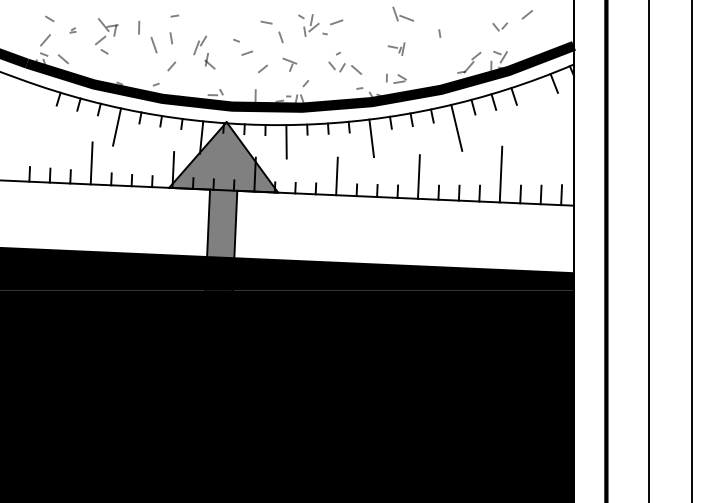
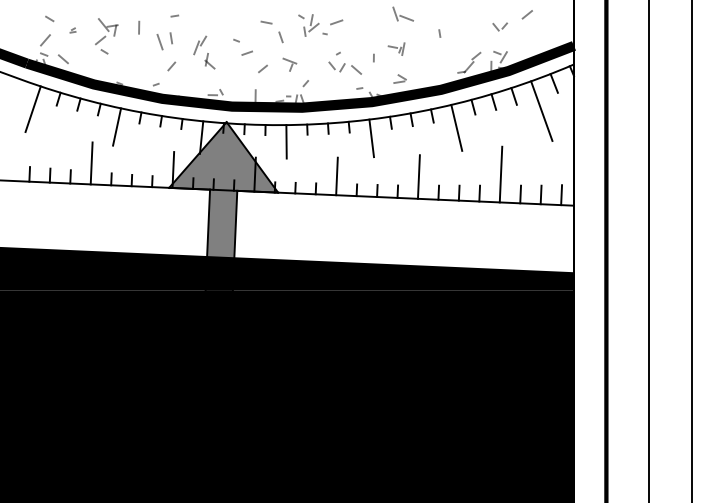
line at (153, 45) position: (153, 45) -> (159, 42)
line at (386, 77) position: (386, 77) -> (373, 57)
line at (32, 109): none -> present
line at (541, 110): none -> present
